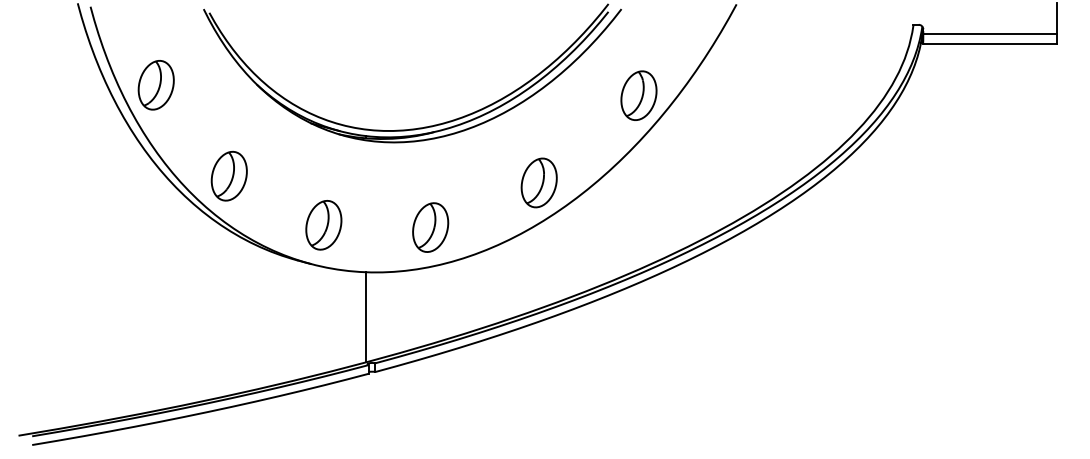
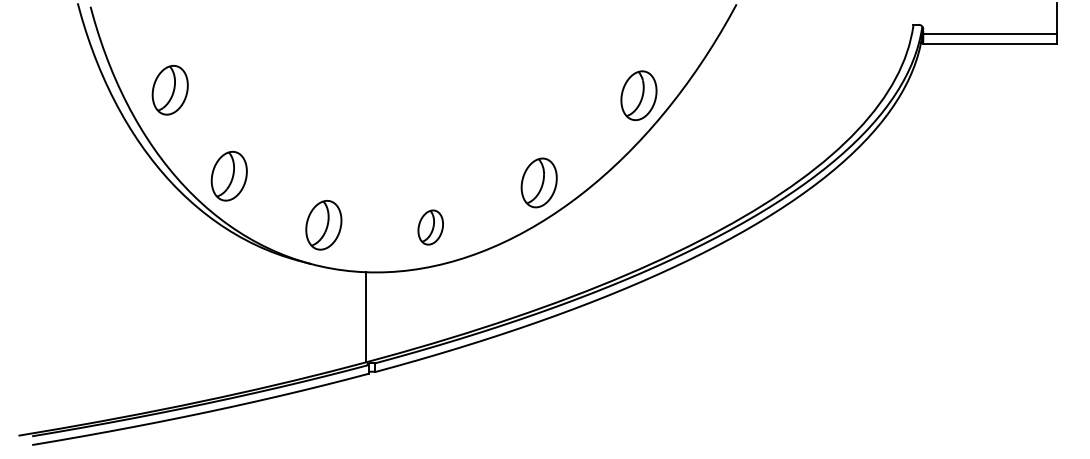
part at (155, 85) position: (155, 85) -> (169, 90)
part at (418, 127): present -> none
part at (430, 227) size: 38x51 px -> 27x37 px
